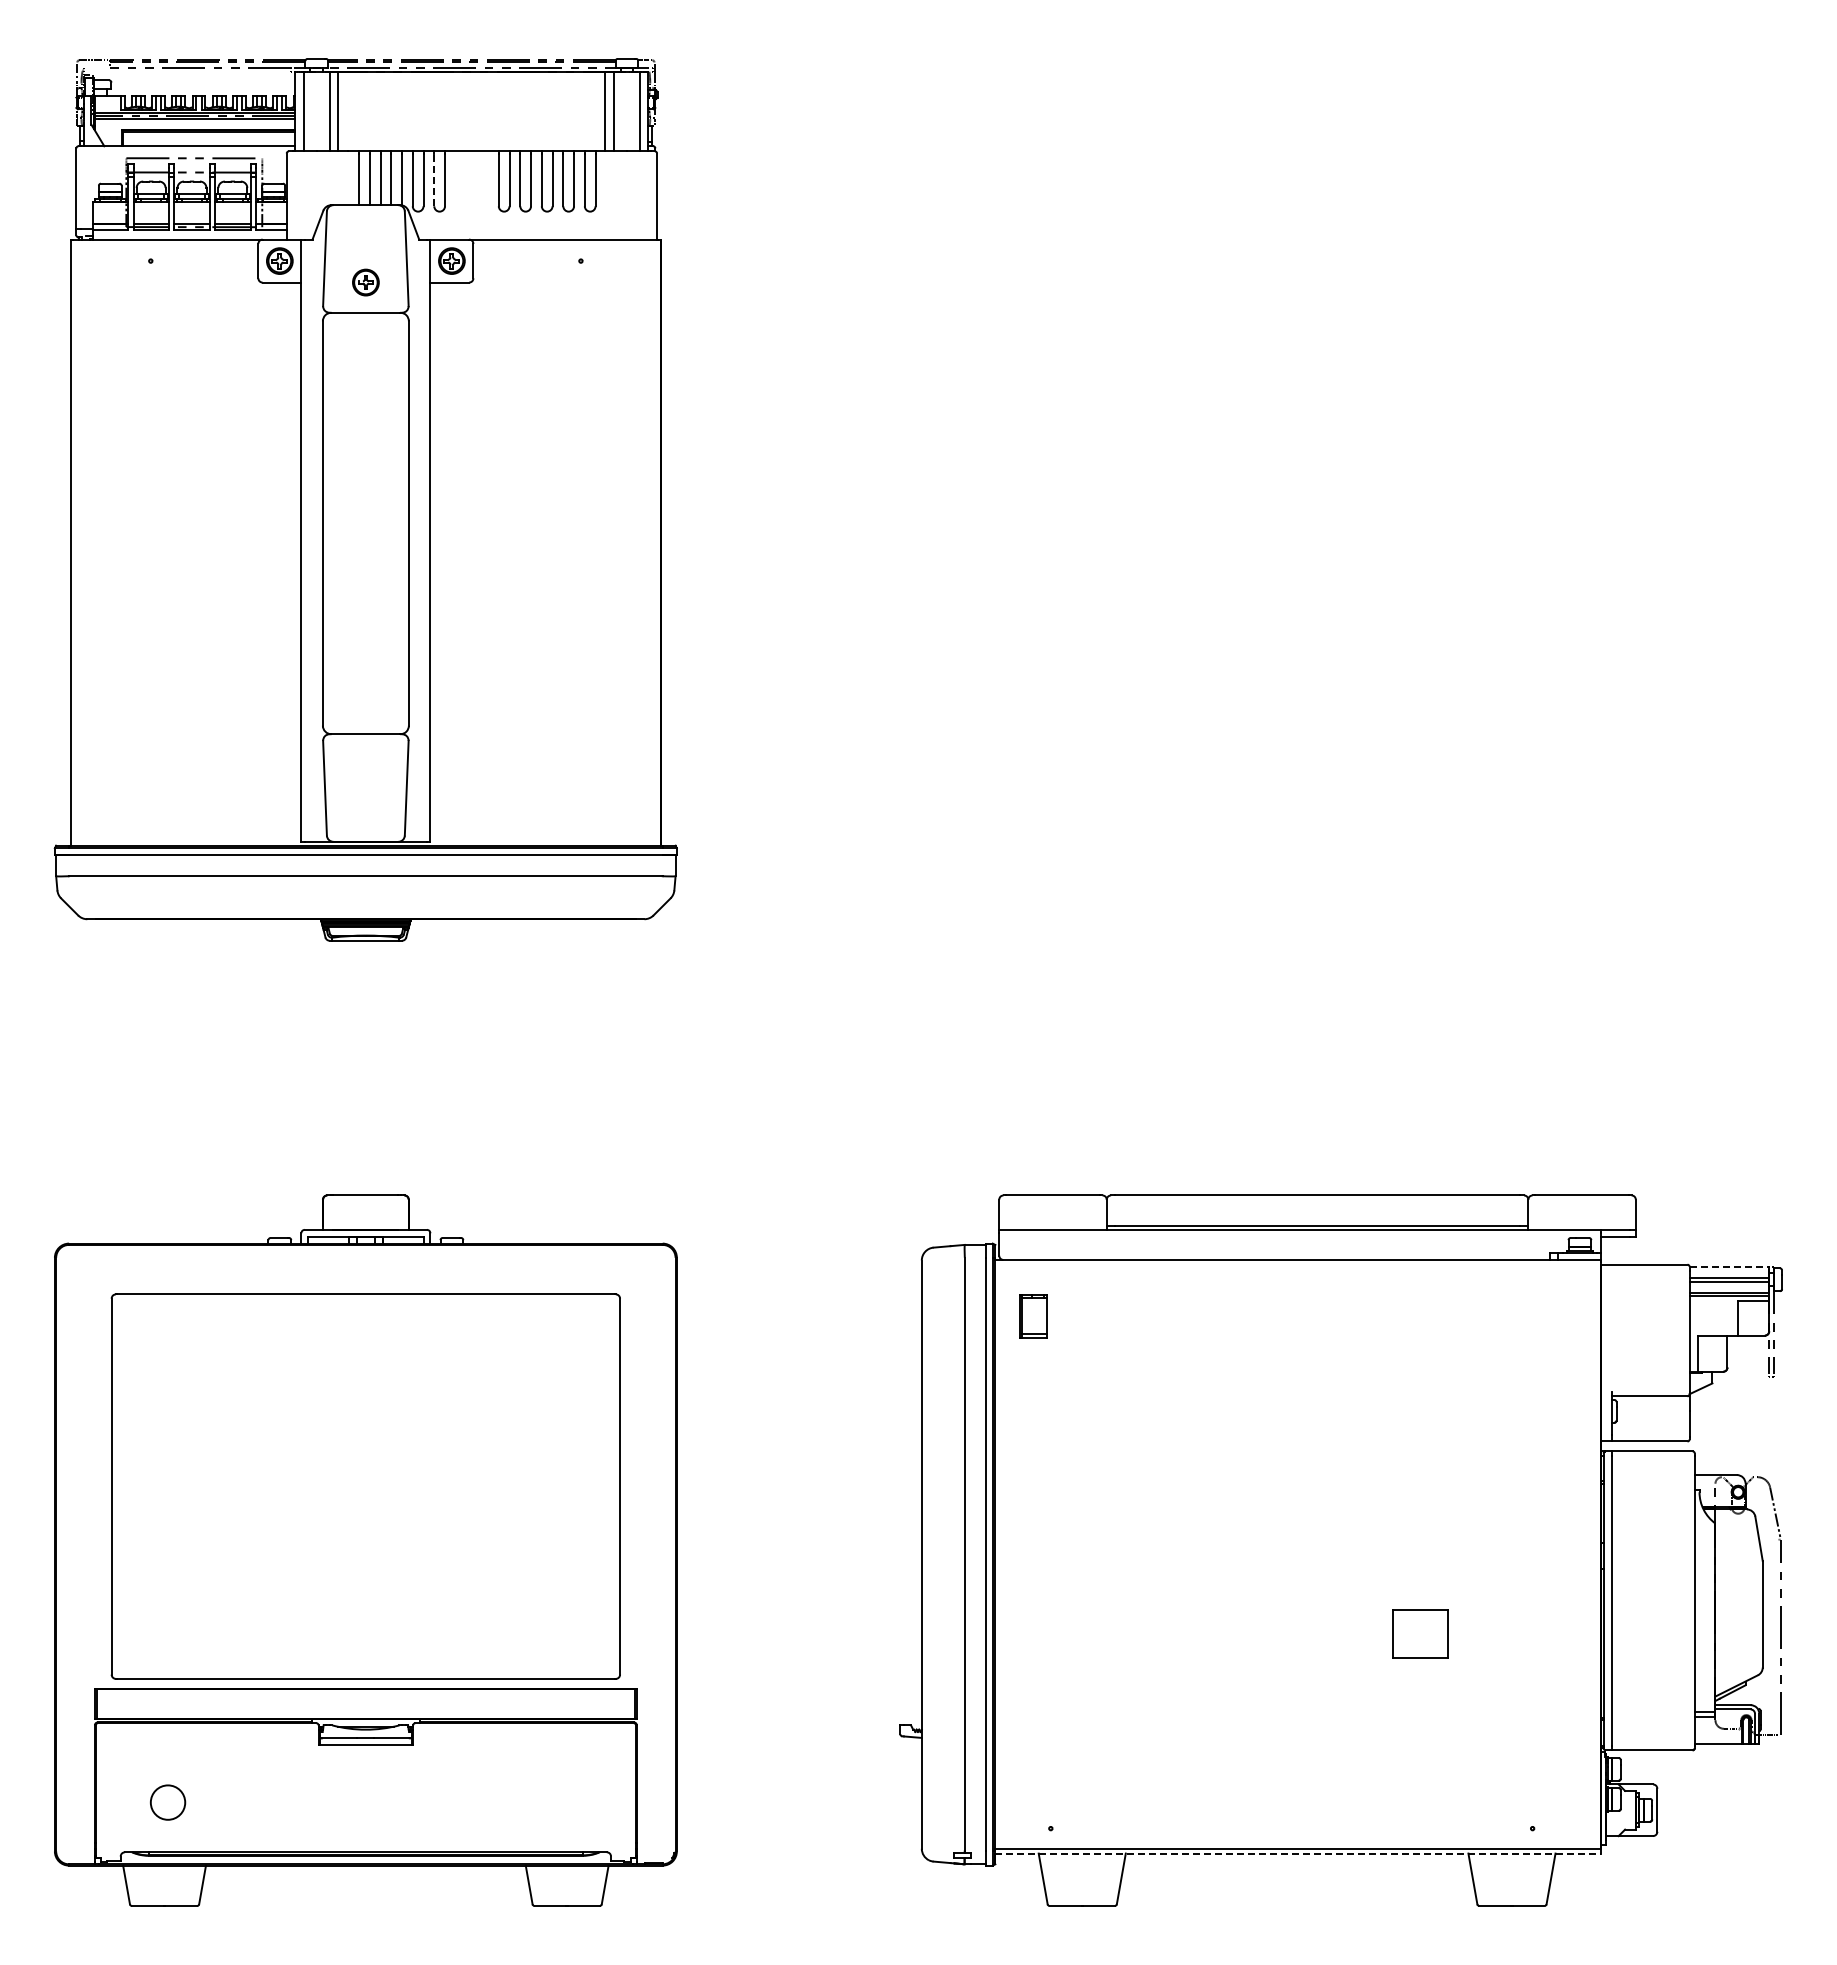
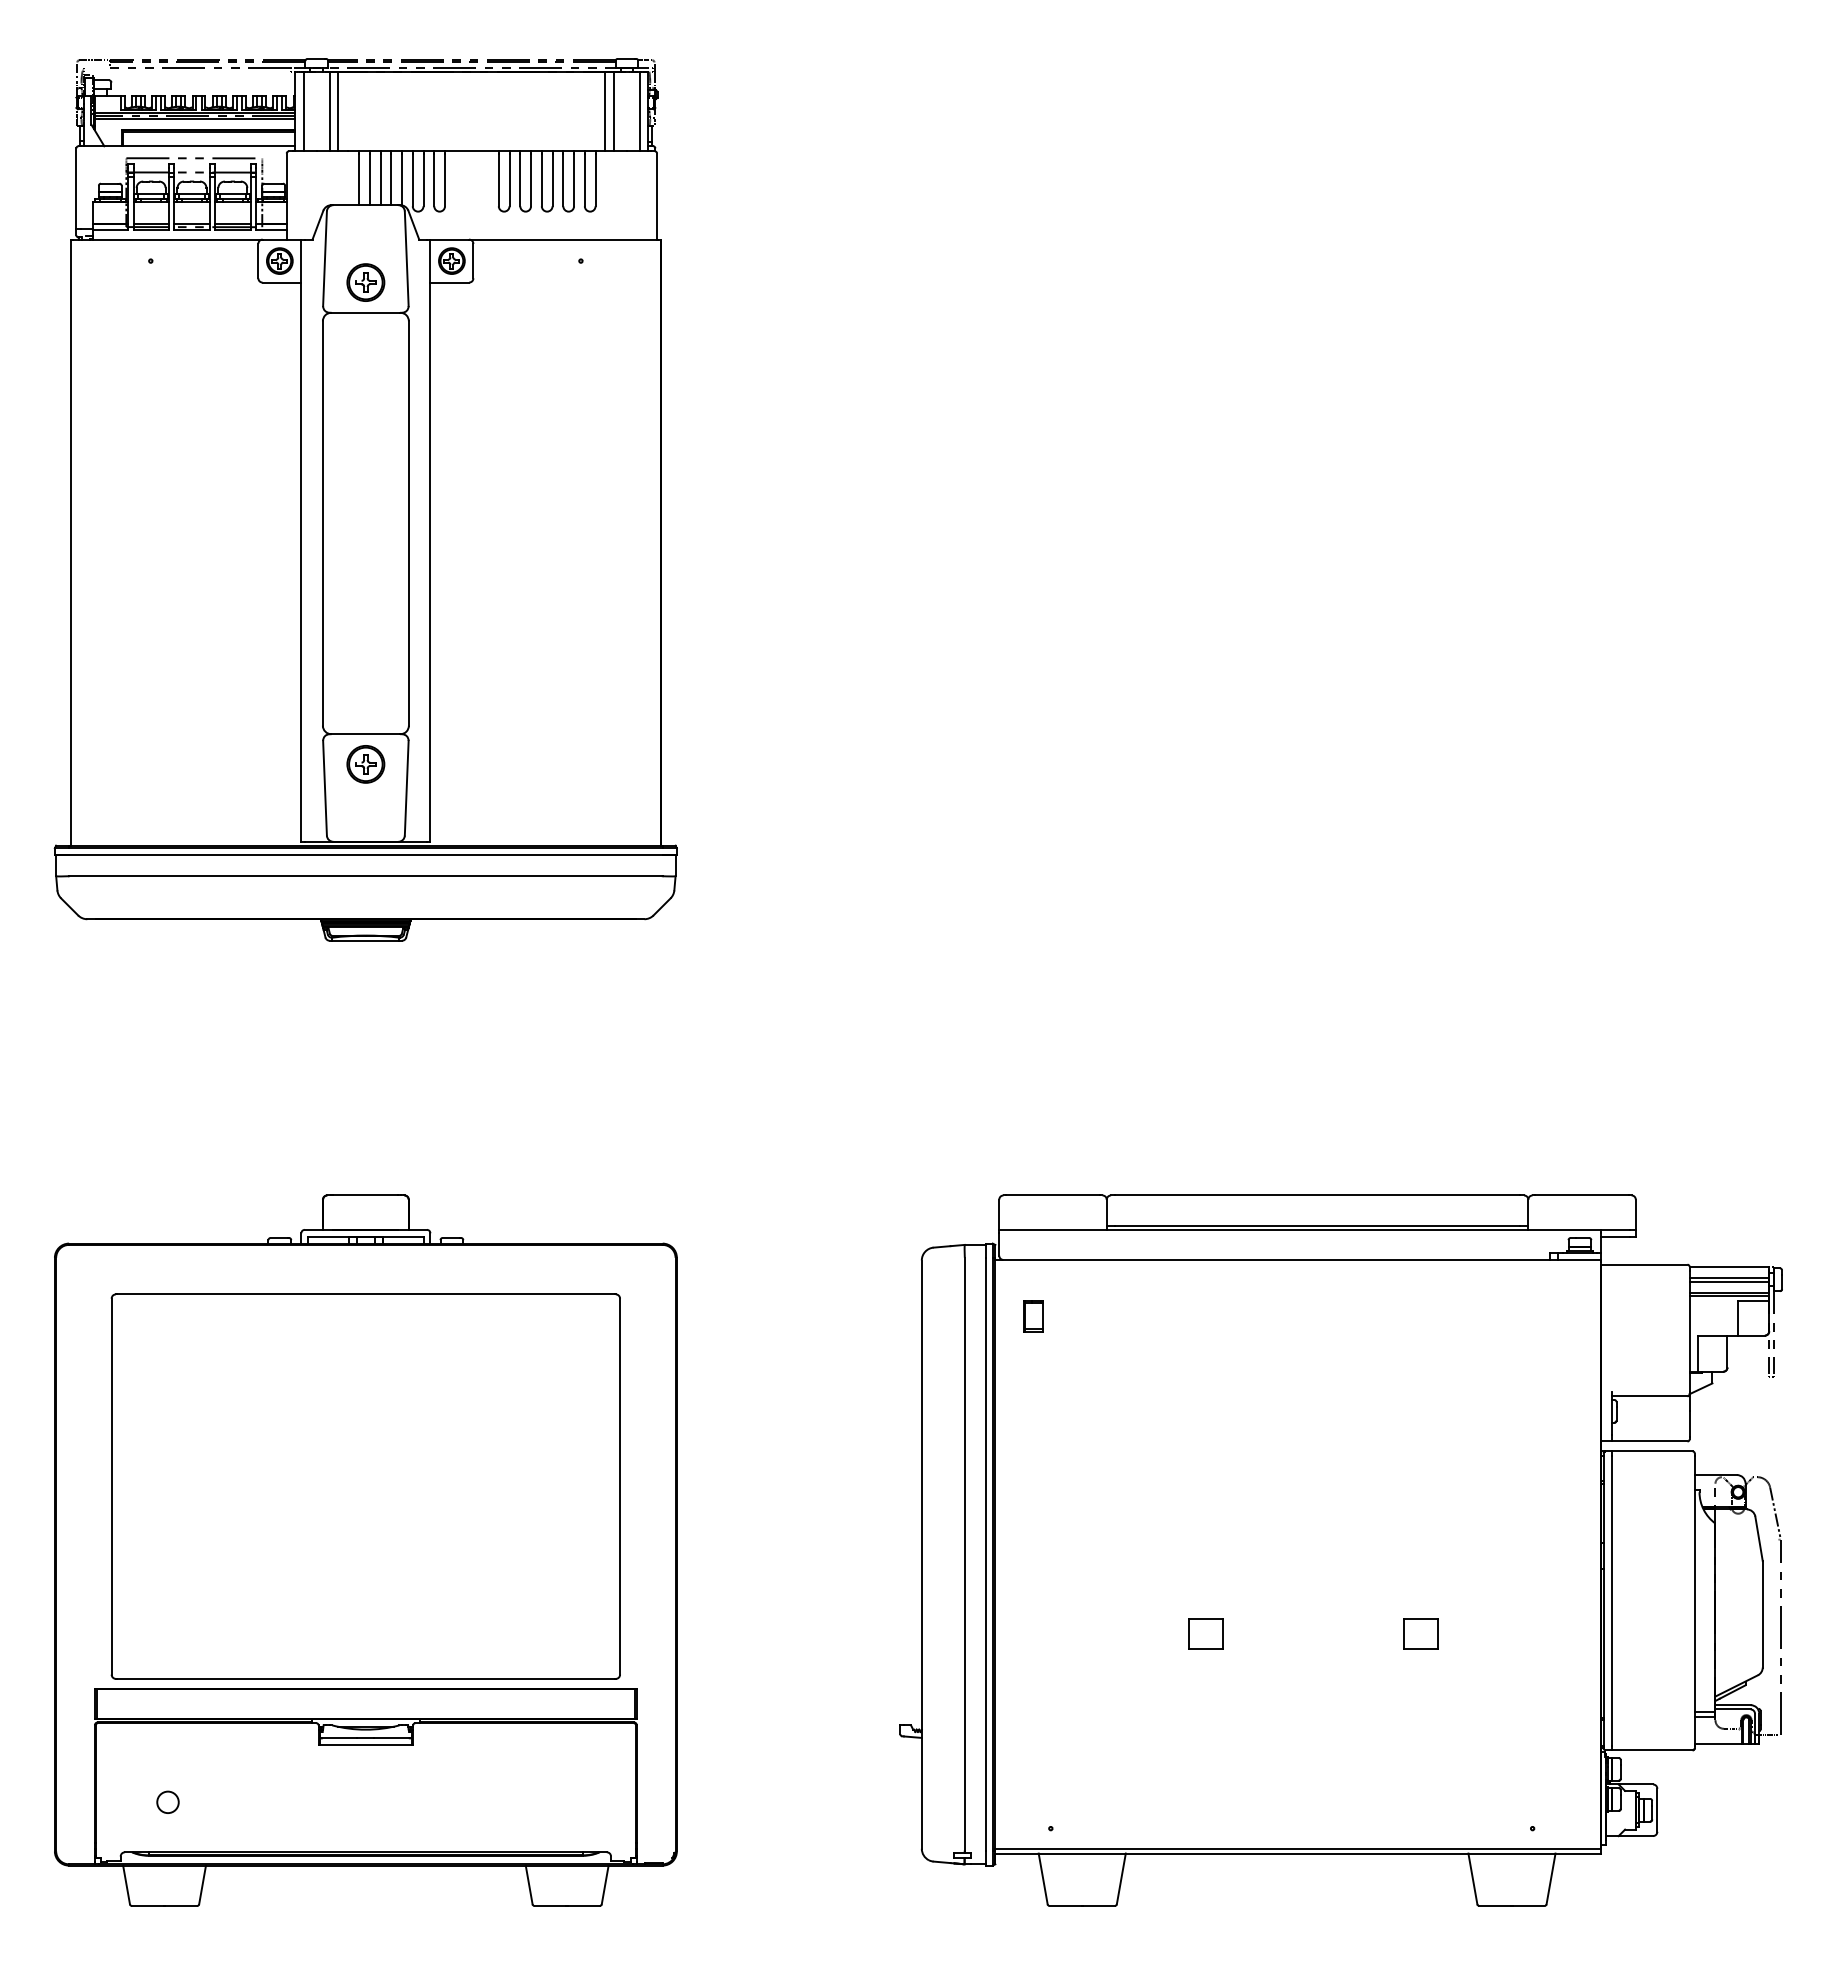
line at (434, 179): dashed -> solid
part at (365, 282) size: 28x29 px -> 40x39 px
part at (365, 764): none -> present
line at (1729, 1266): dashed -> solid
part at (1033, 1316) size: 29x45 px -> 21x33 px
part at (1205, 1633): none -> present
part at (1420, 1633) size: 57x50 px -> 36x32 px
circle at (167, 1802) size: 38x37 px -> 24x24 px
line at (1298, 1853): dashed -> solid
